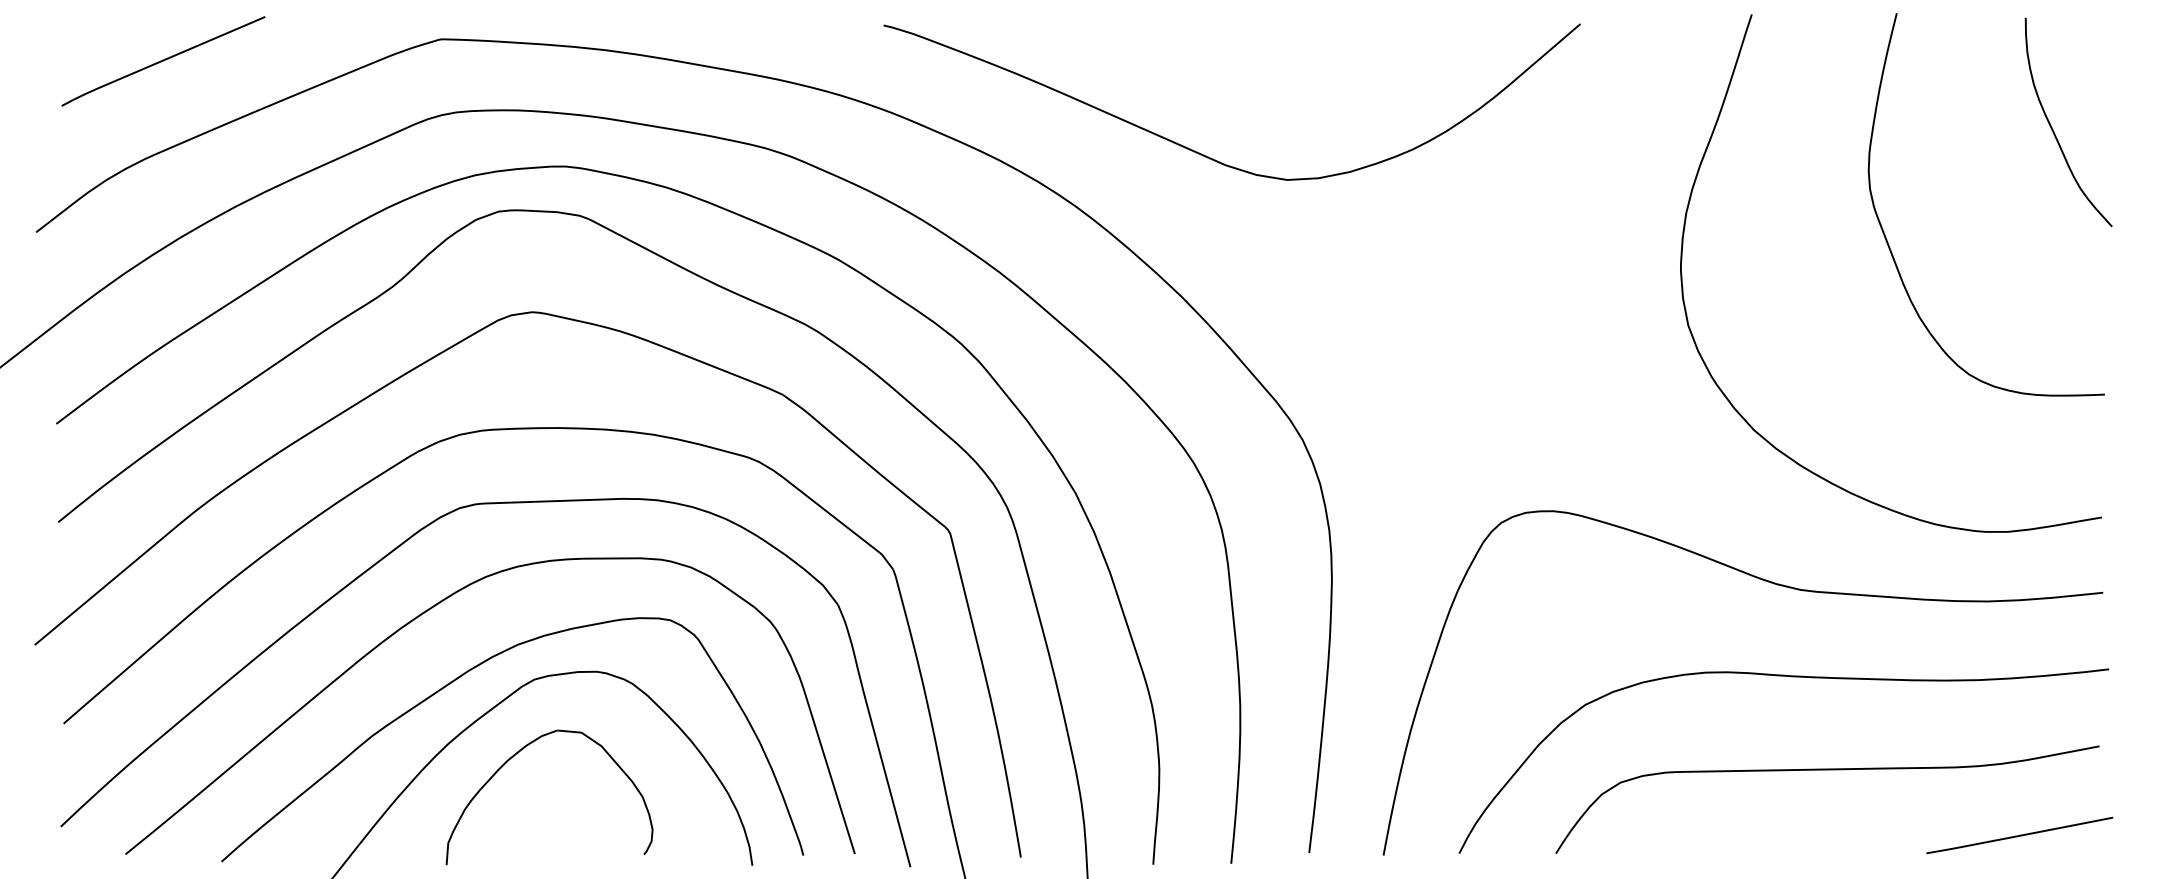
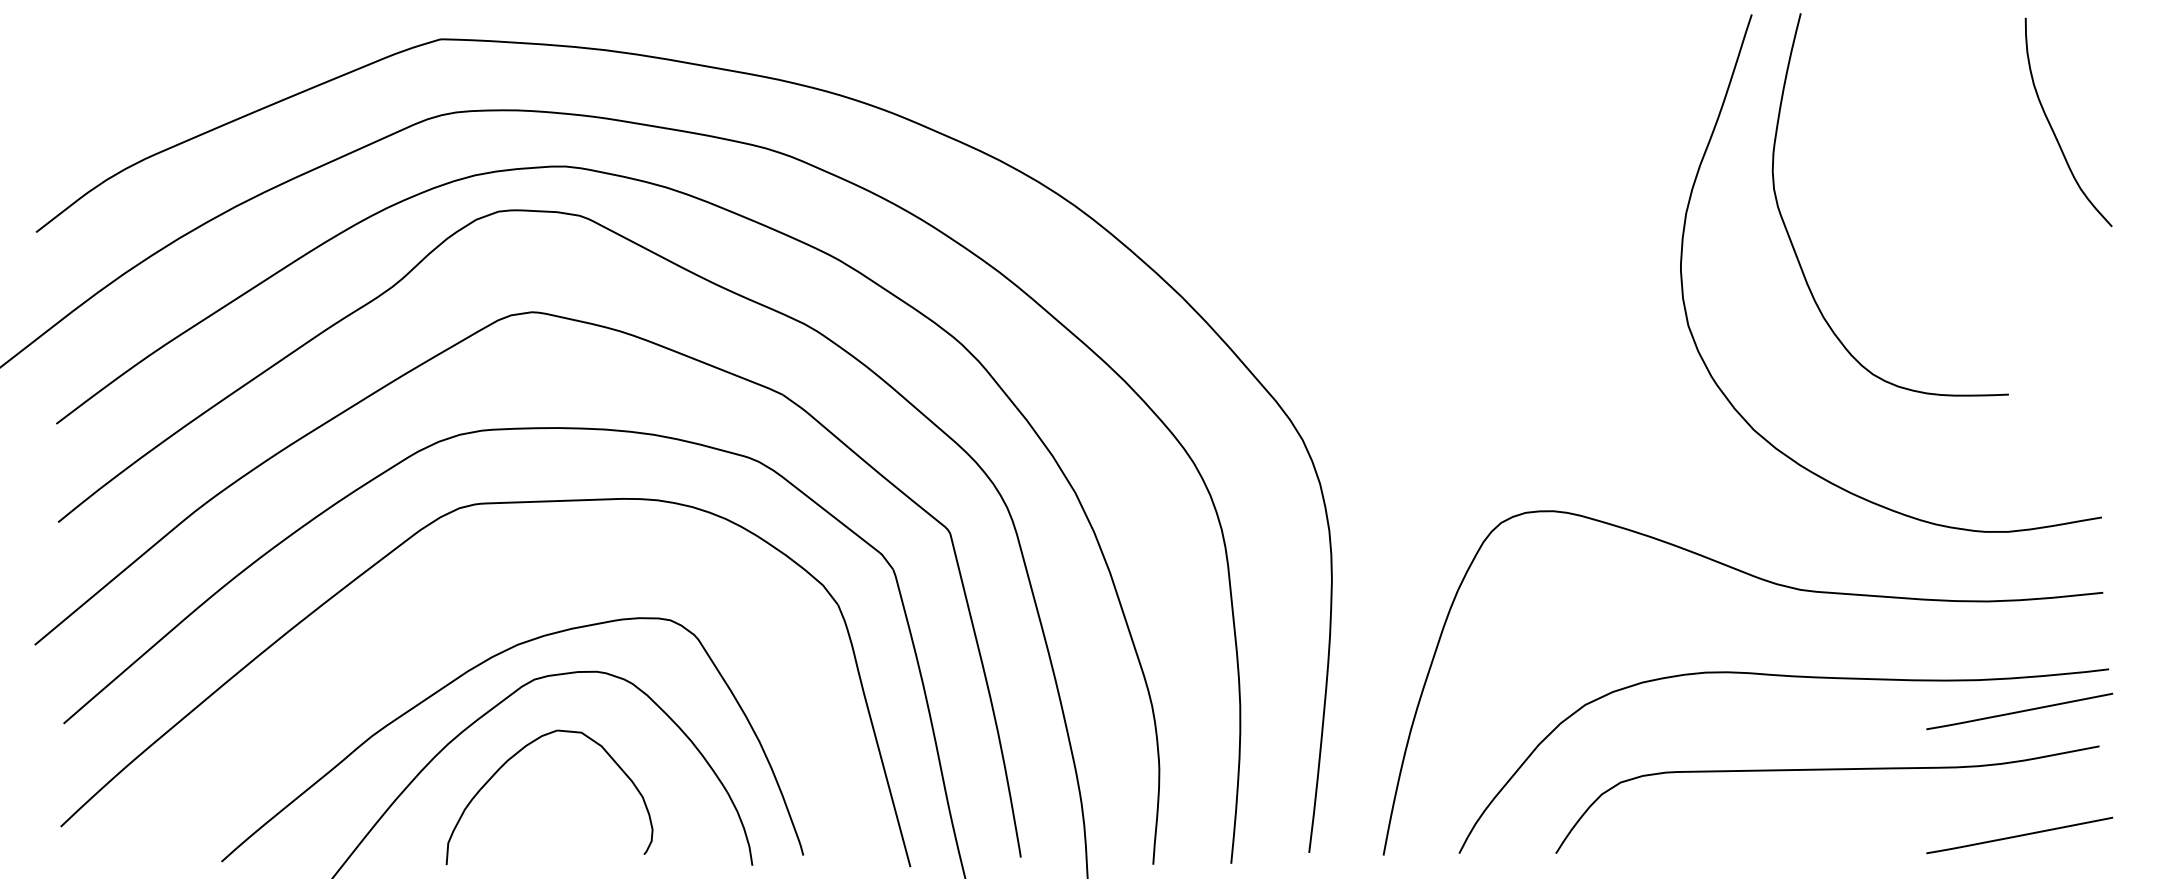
line at (163, 61): present -> none
curve at (1204, 154): present -> none
curve at (1889, 244) position: (1889, 244) -> (1793, 244)
curve at (426, 612): present -> none
line at (2019, 711): none -> present
